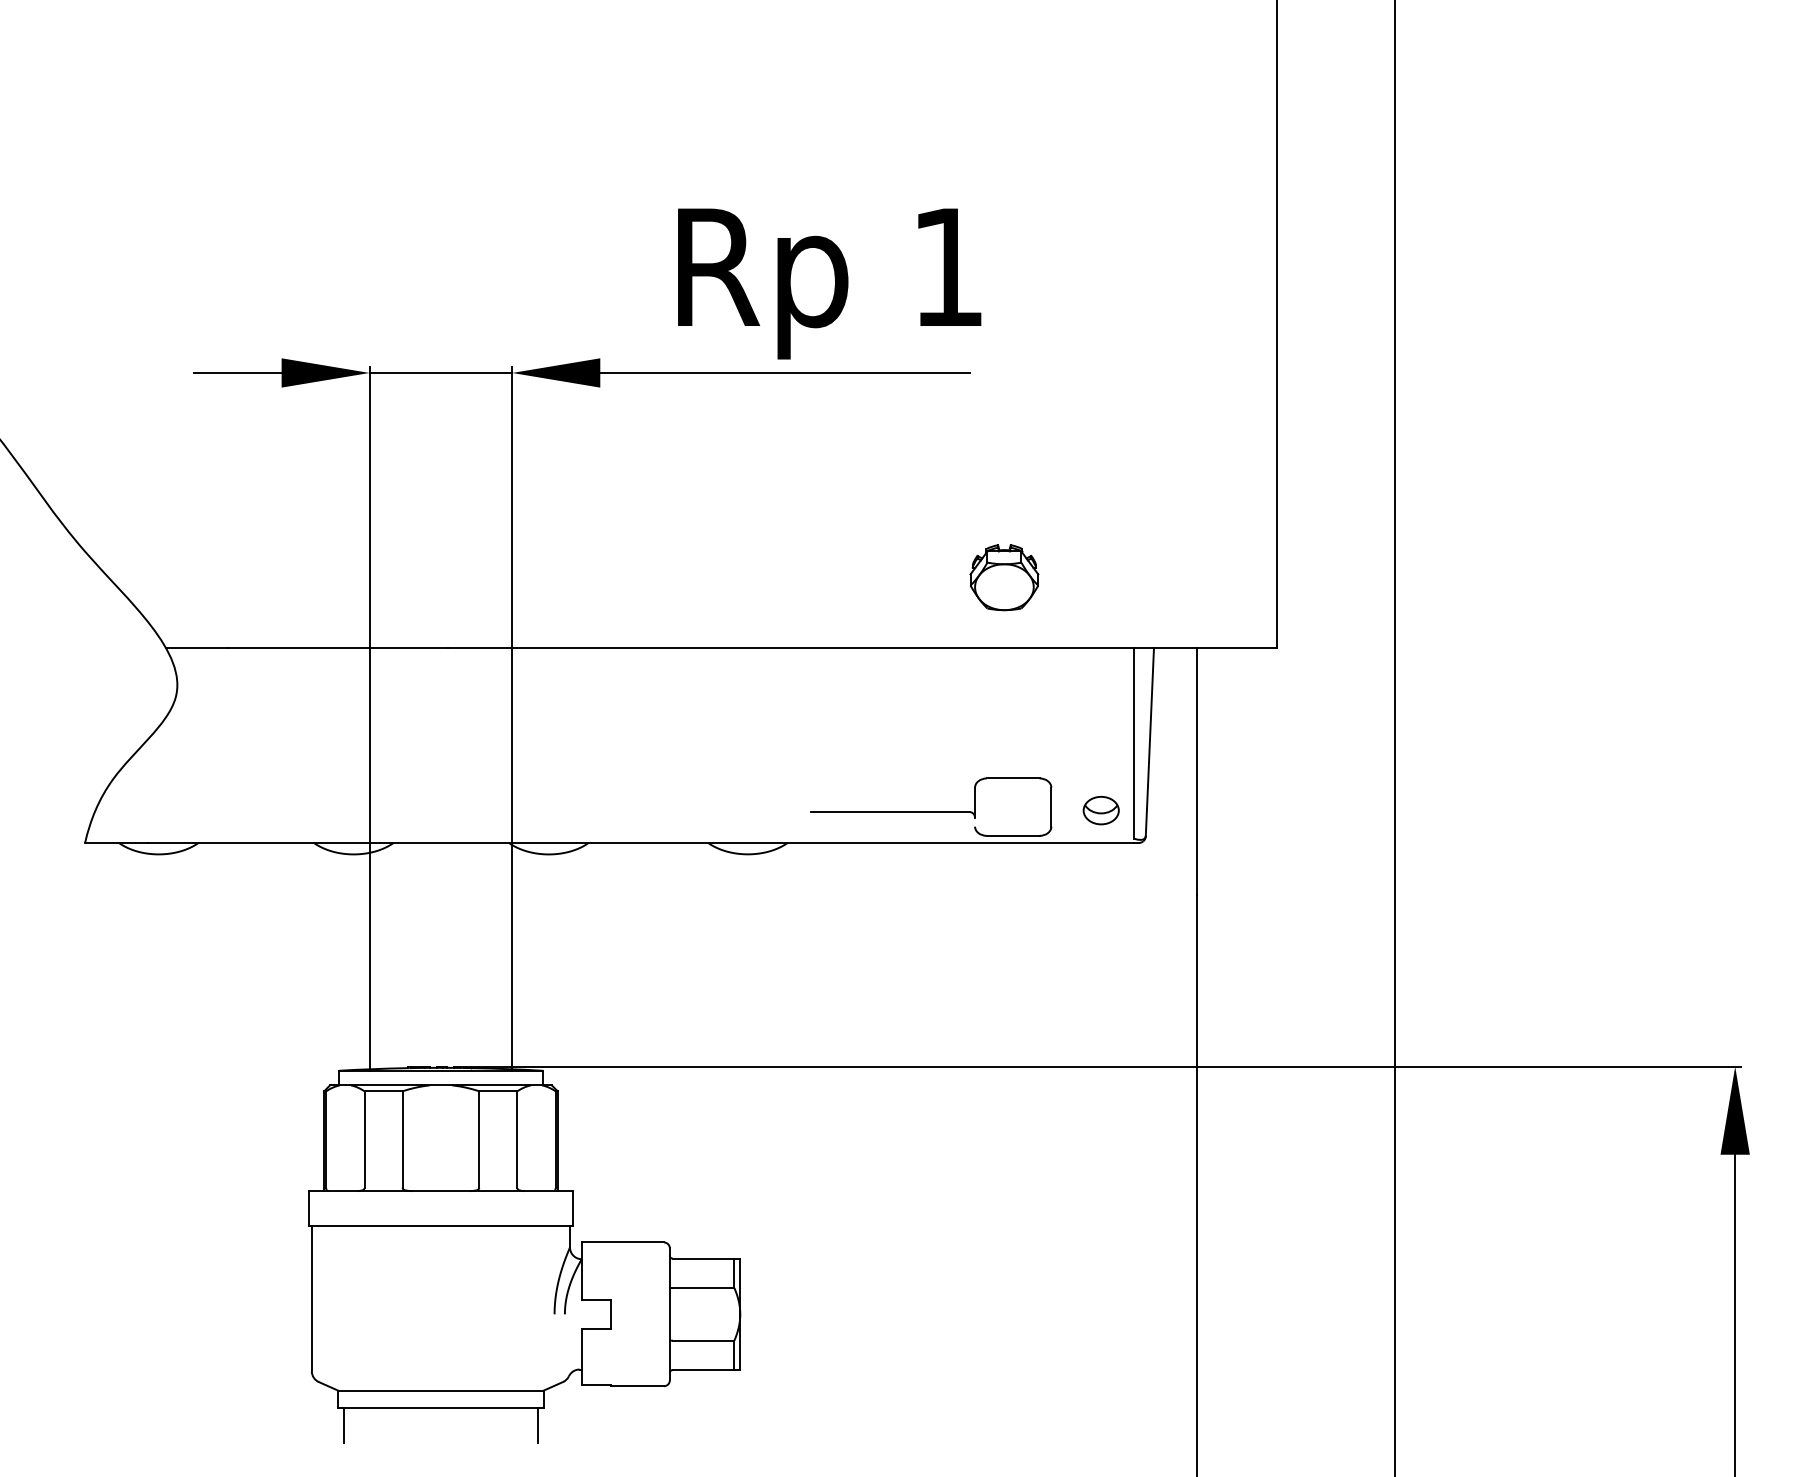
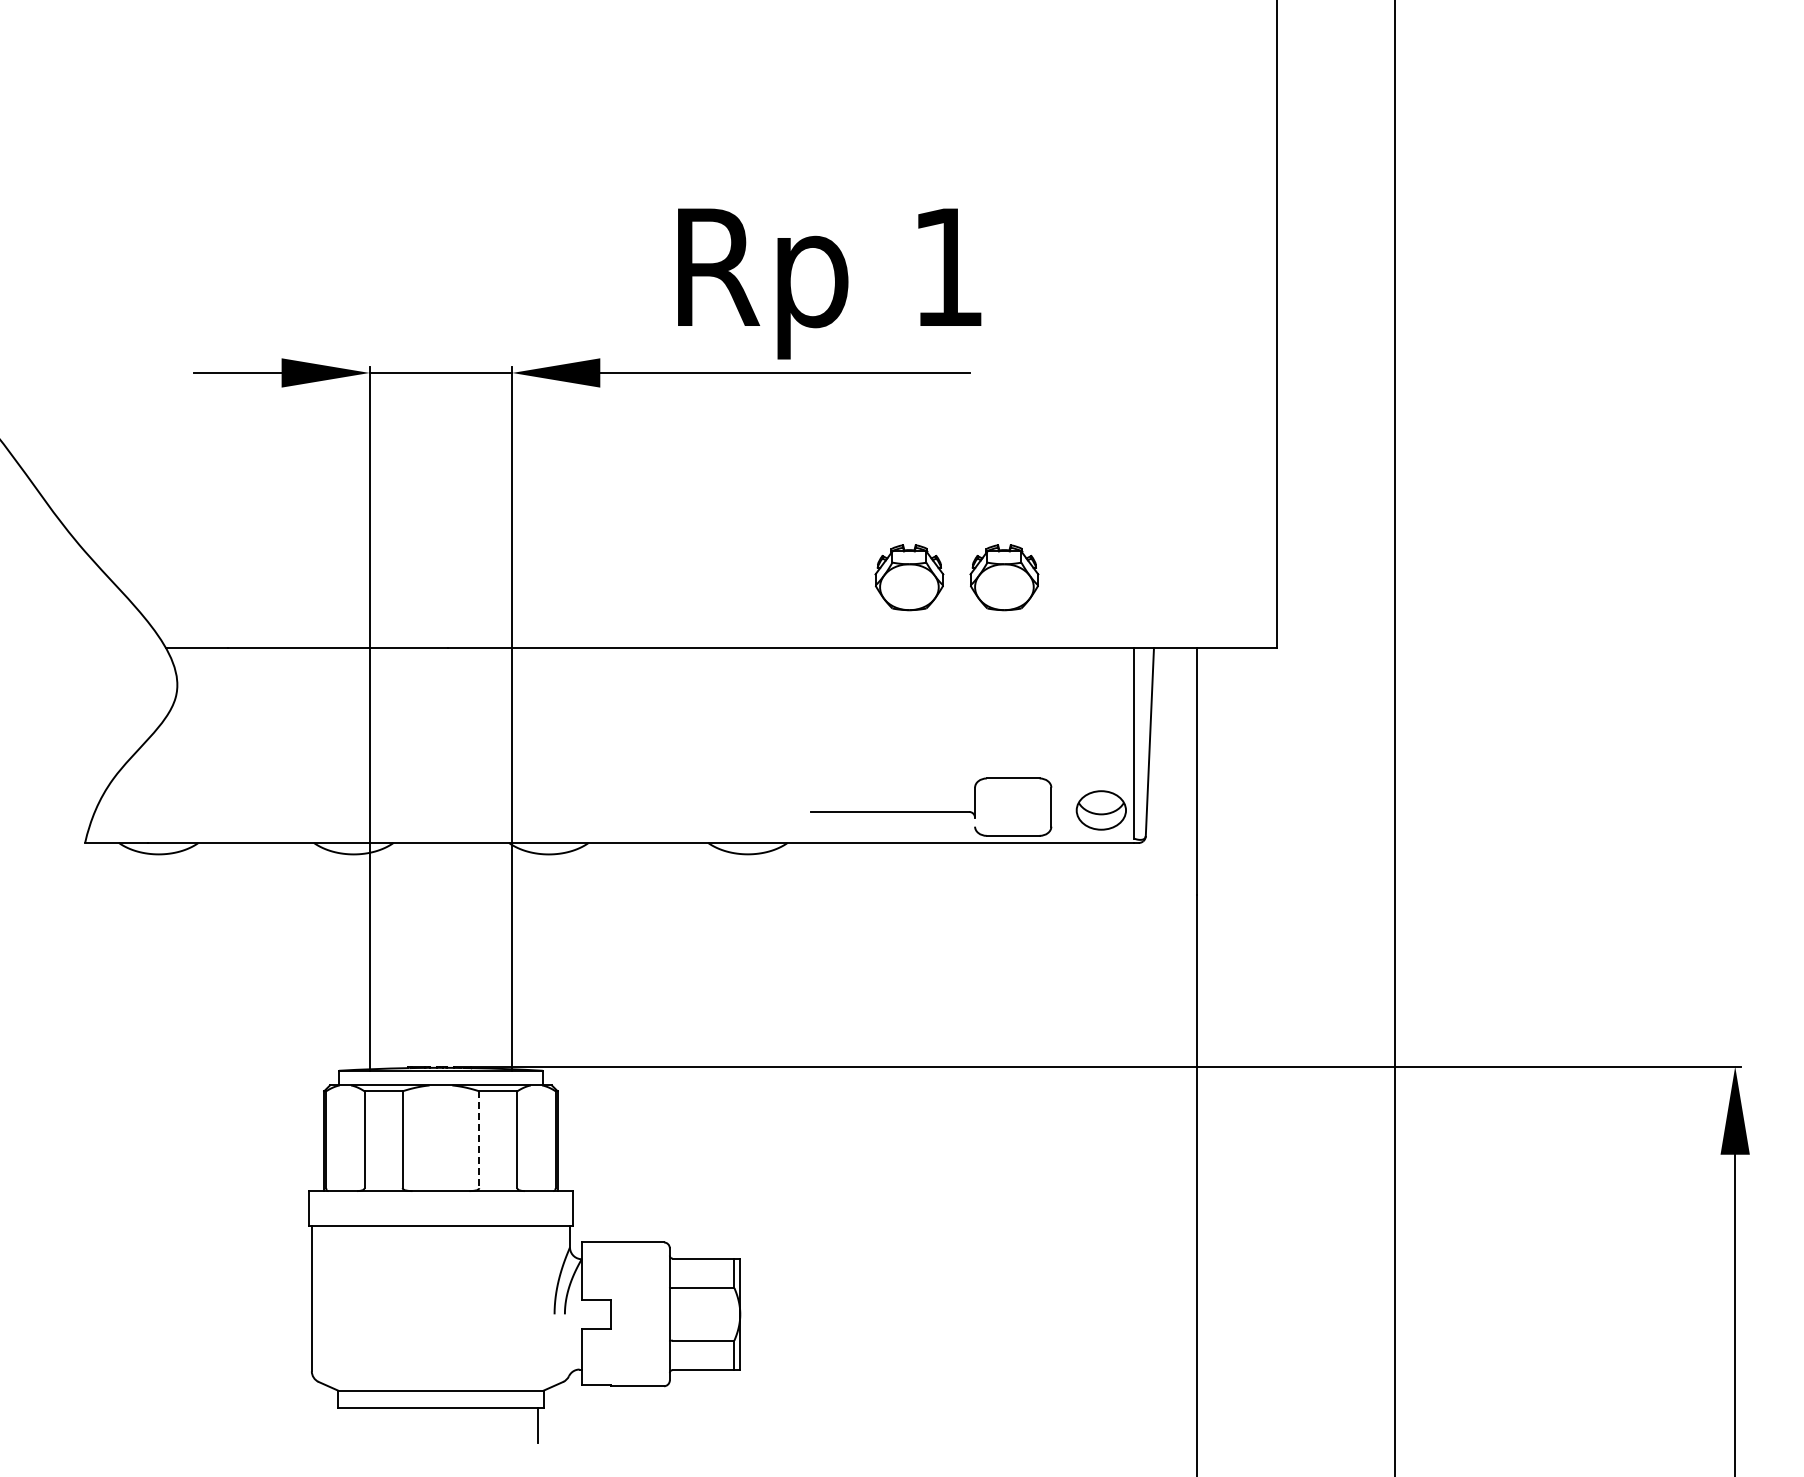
part at (909, 577): none -> present
part at (1100, 810) size: 38x30 px -> 52x41 px
line at (479, 1140): solid -> dashed
line at (343, 1425): present -> none
